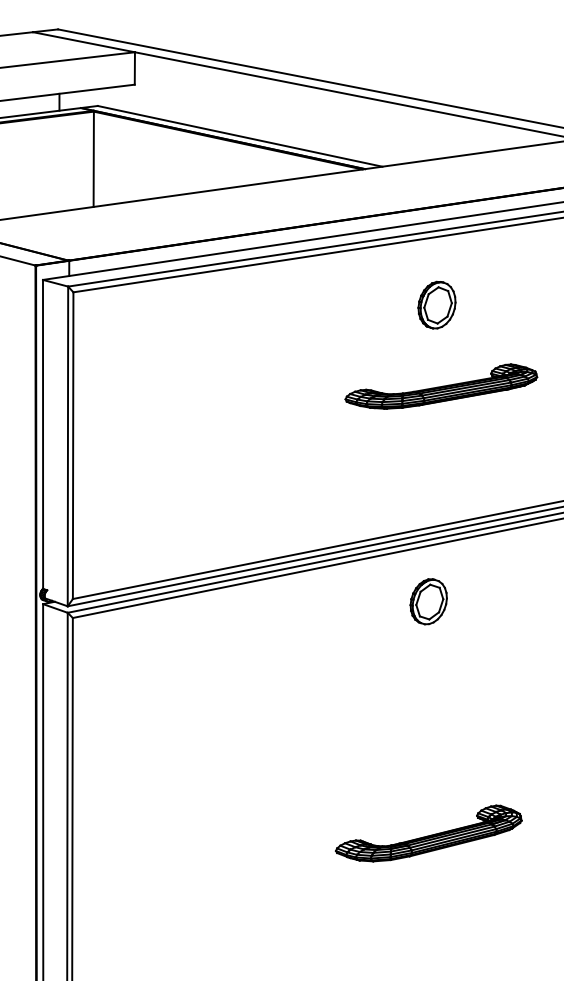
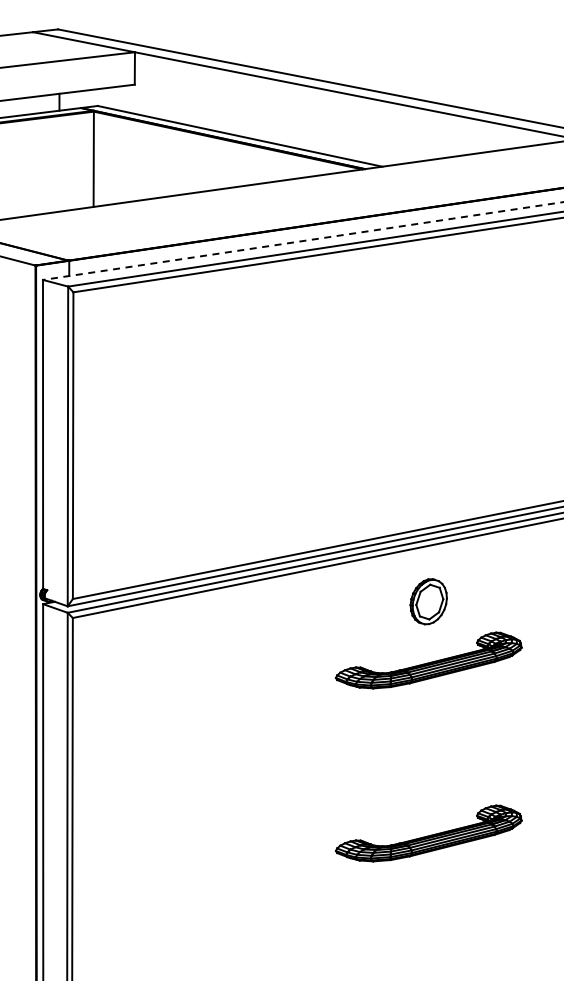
line at (303, 241): solid -> dashed
part at (436, 304): present -> none
part at (441, 386): present -> none
part at (428, 660): none -> present
